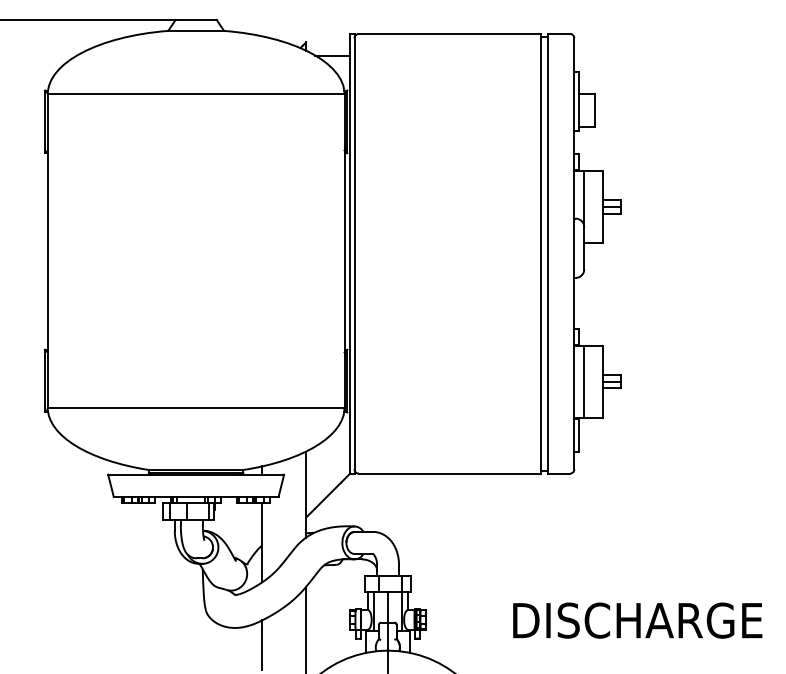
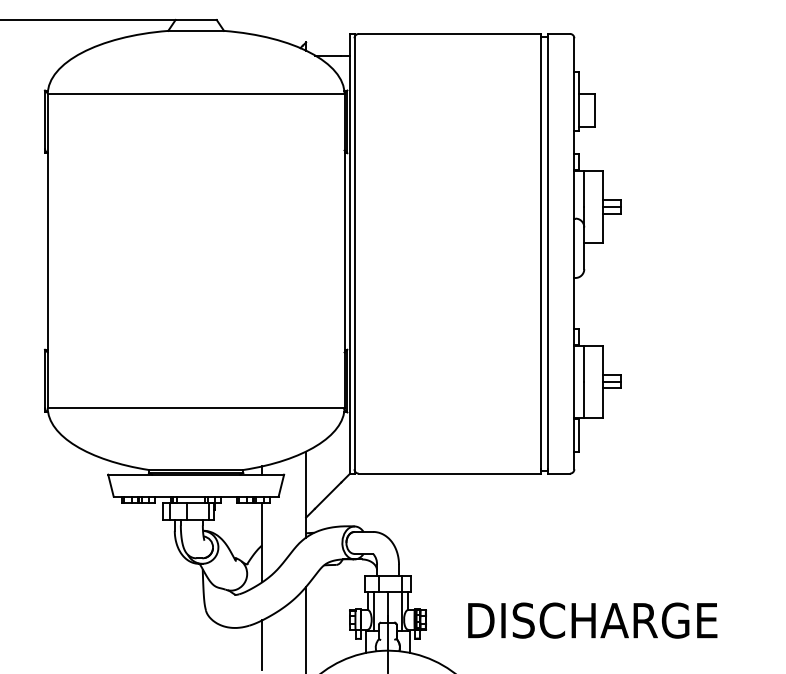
text at (637, 620) position: (637, 620) -> (592, 620)
